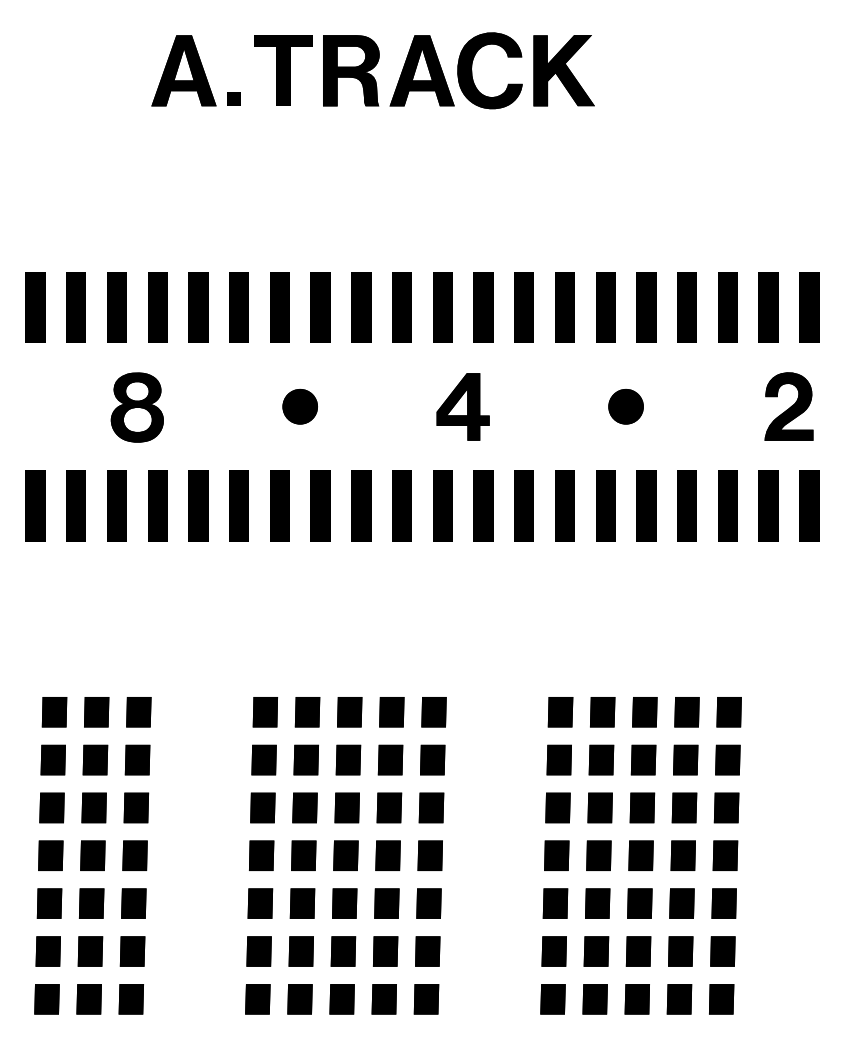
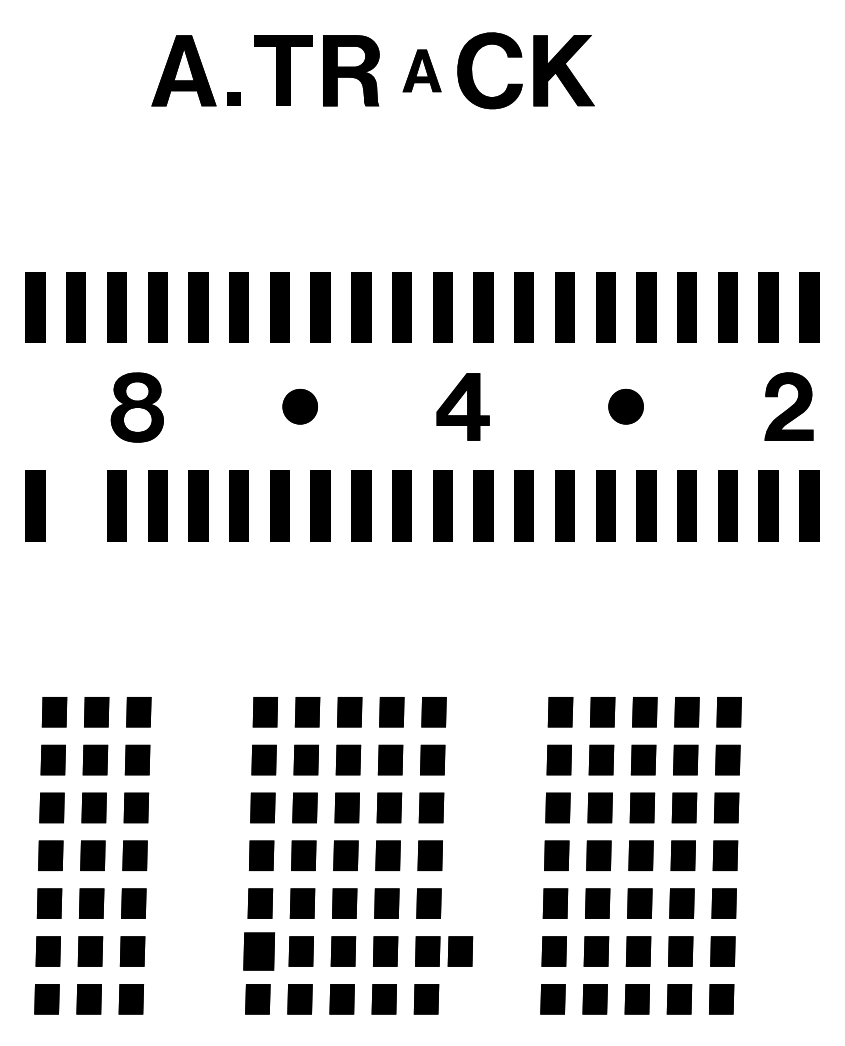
part at (421, 70) size: 66x72 px -> 40x44 px
part at (75, 505): present -> none
part at (258, 951) size: 26x31 px -> 33x39 px
part at (460, 951): none -> present
